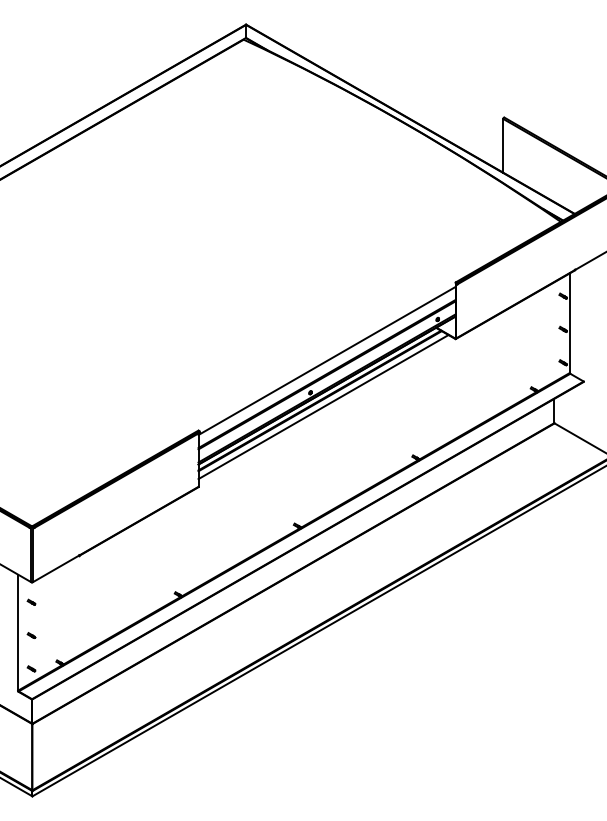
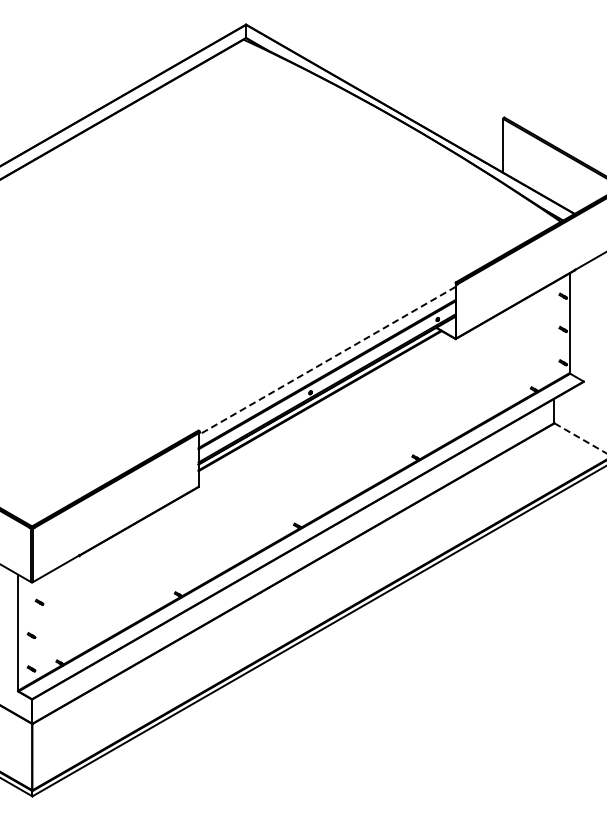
line at (326, 361): solid -> dashed
line at (323, 407): present -> none
line at (581, 438): solid -> dashed
part at (31, 601) position: (31, 601) -> (39, 601)
